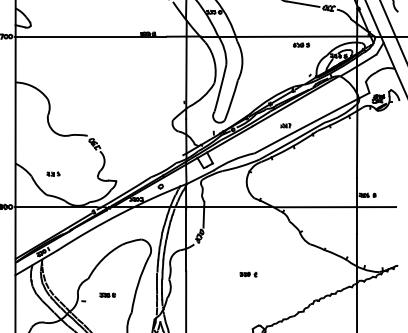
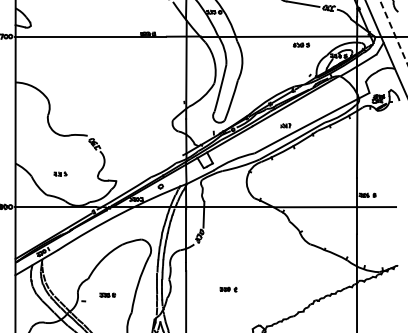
arc at (393, 32): solid -> dashed
part at (53, 173) position: (53, 173) -> (60, 173)
part at (248, 274) position: (248, 274) -> (228, 289)
